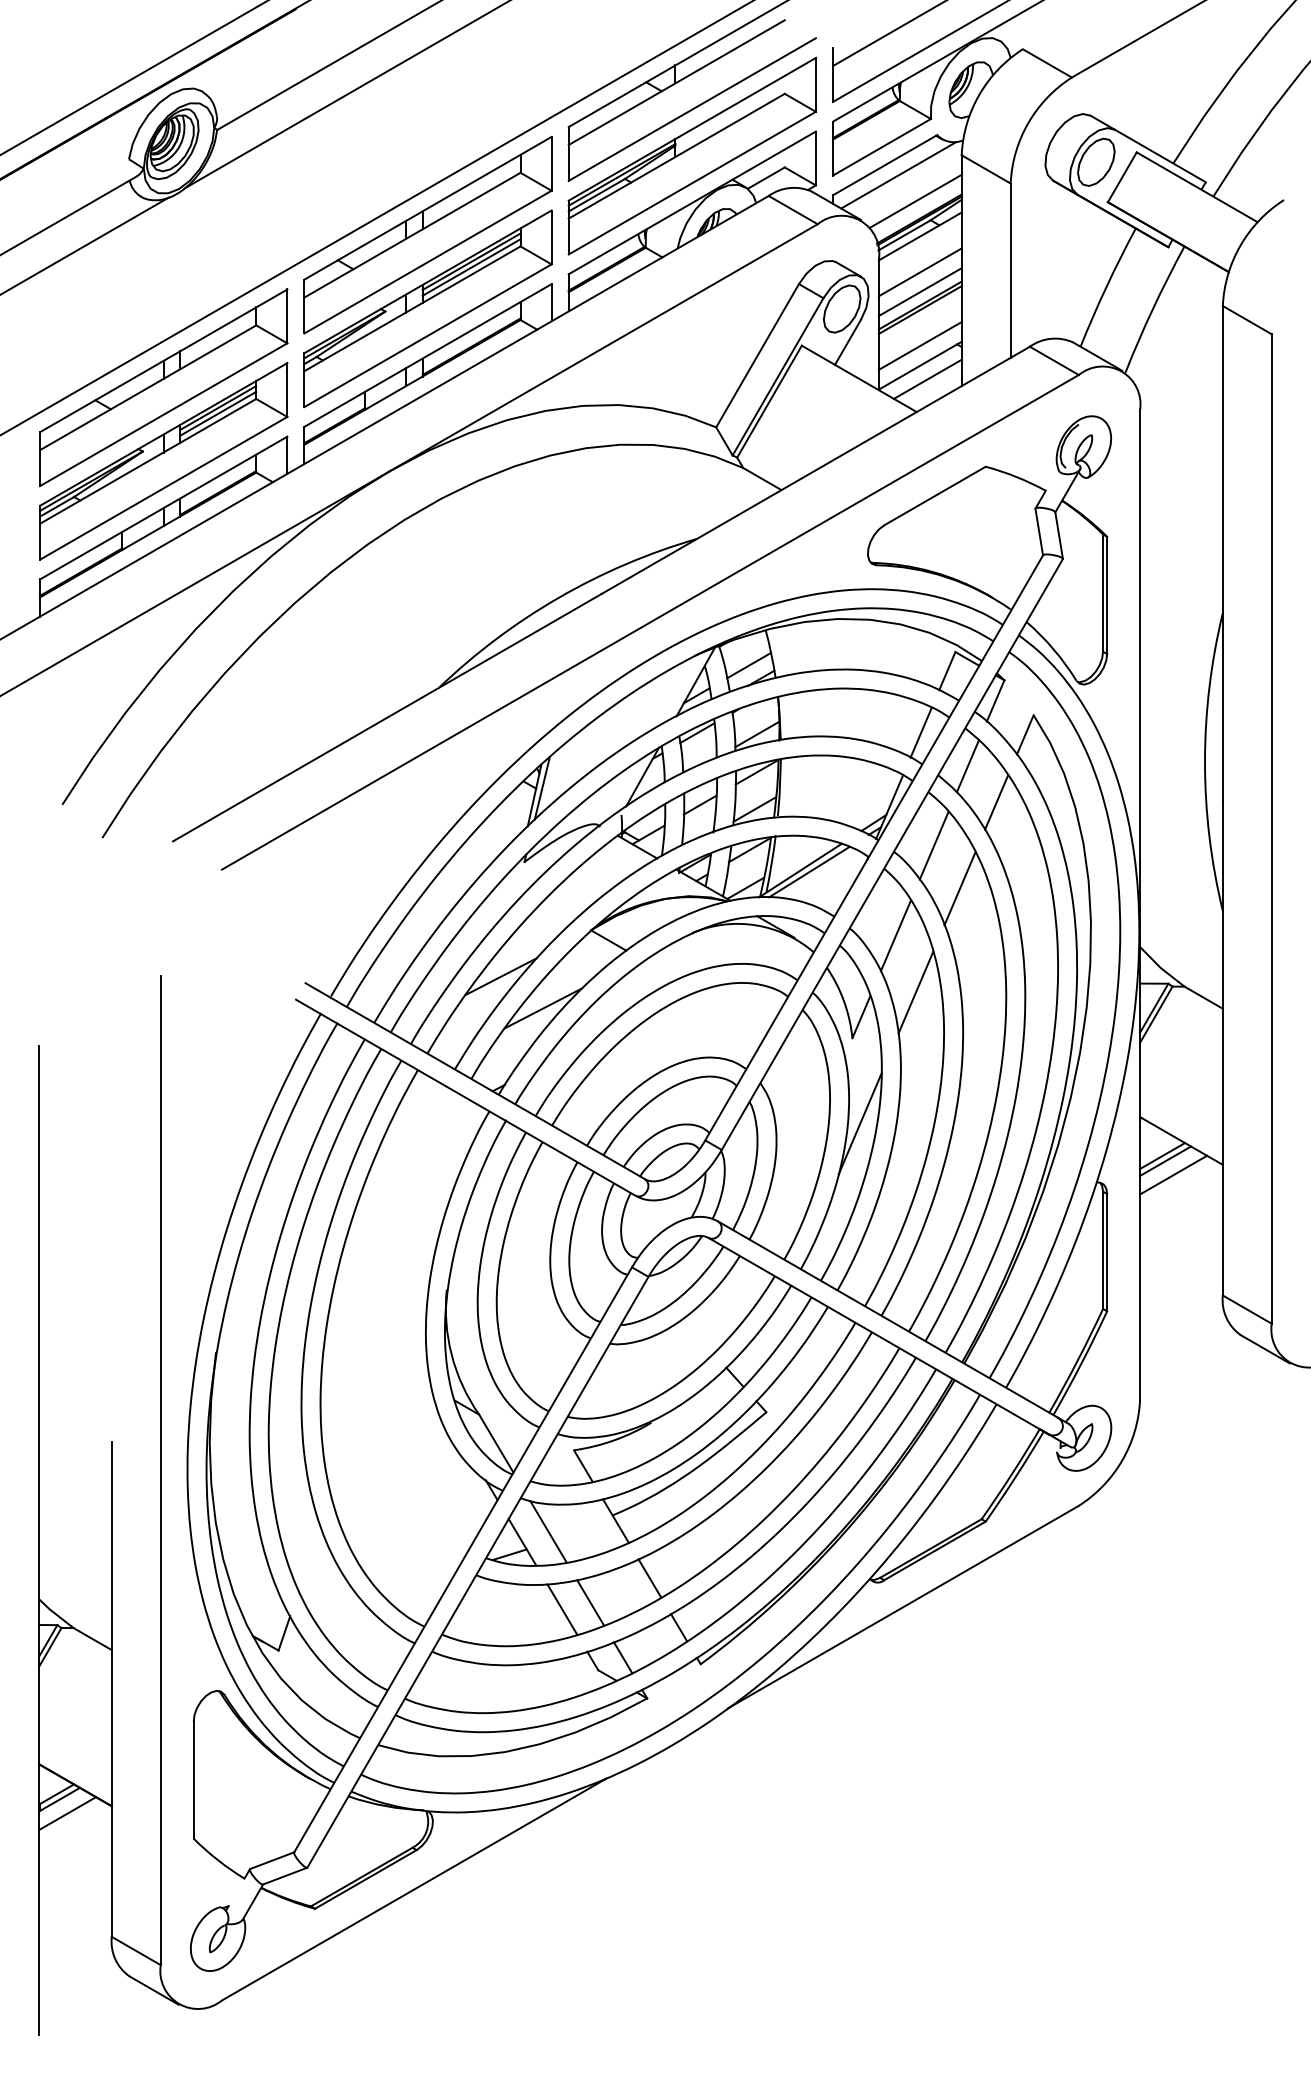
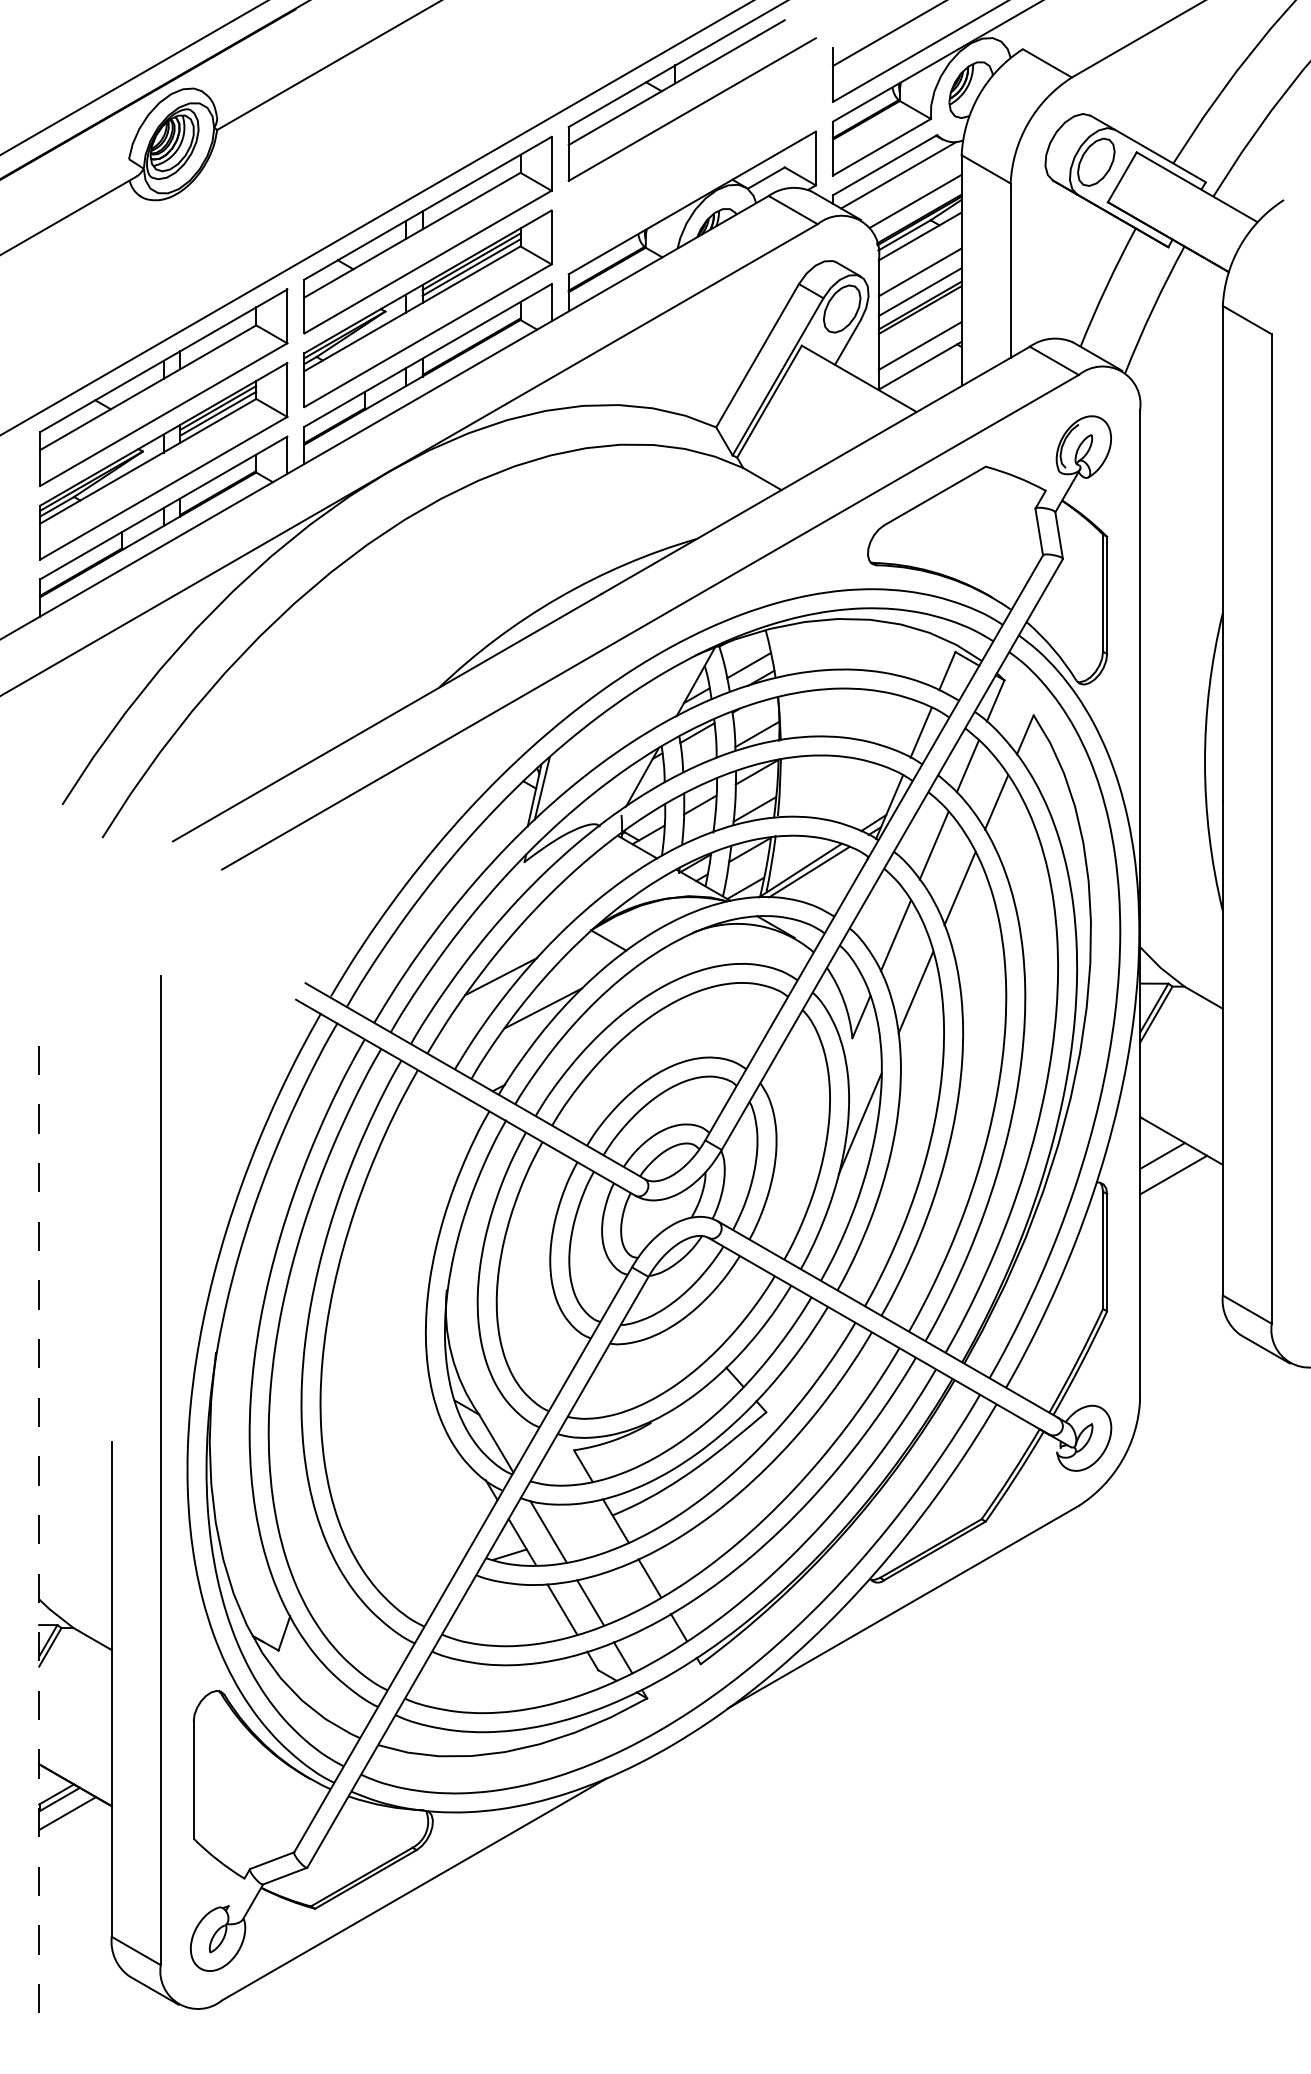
line at (345, 95): present -> none
part at (691, 156): present -> none
line at (85, 245): present -> none
line at (927, 378): present -> none
line at (1165, 1160): present -> none
line at (39, 1540): solid -> dashed
